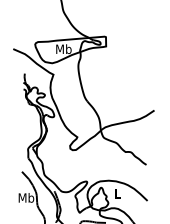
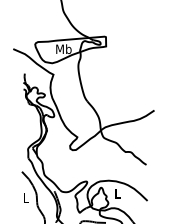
text at (26, 197): Mb -> L
